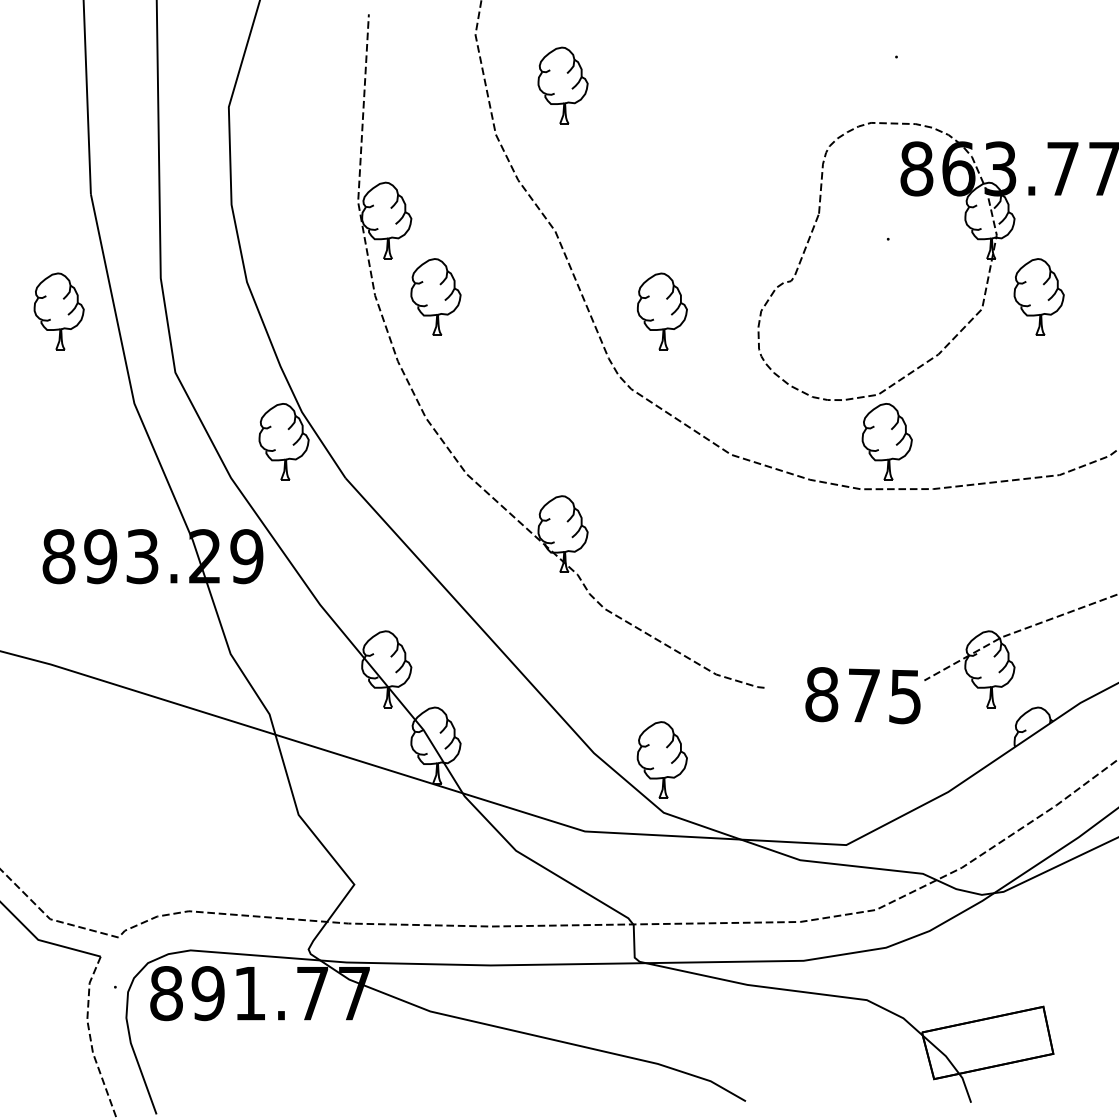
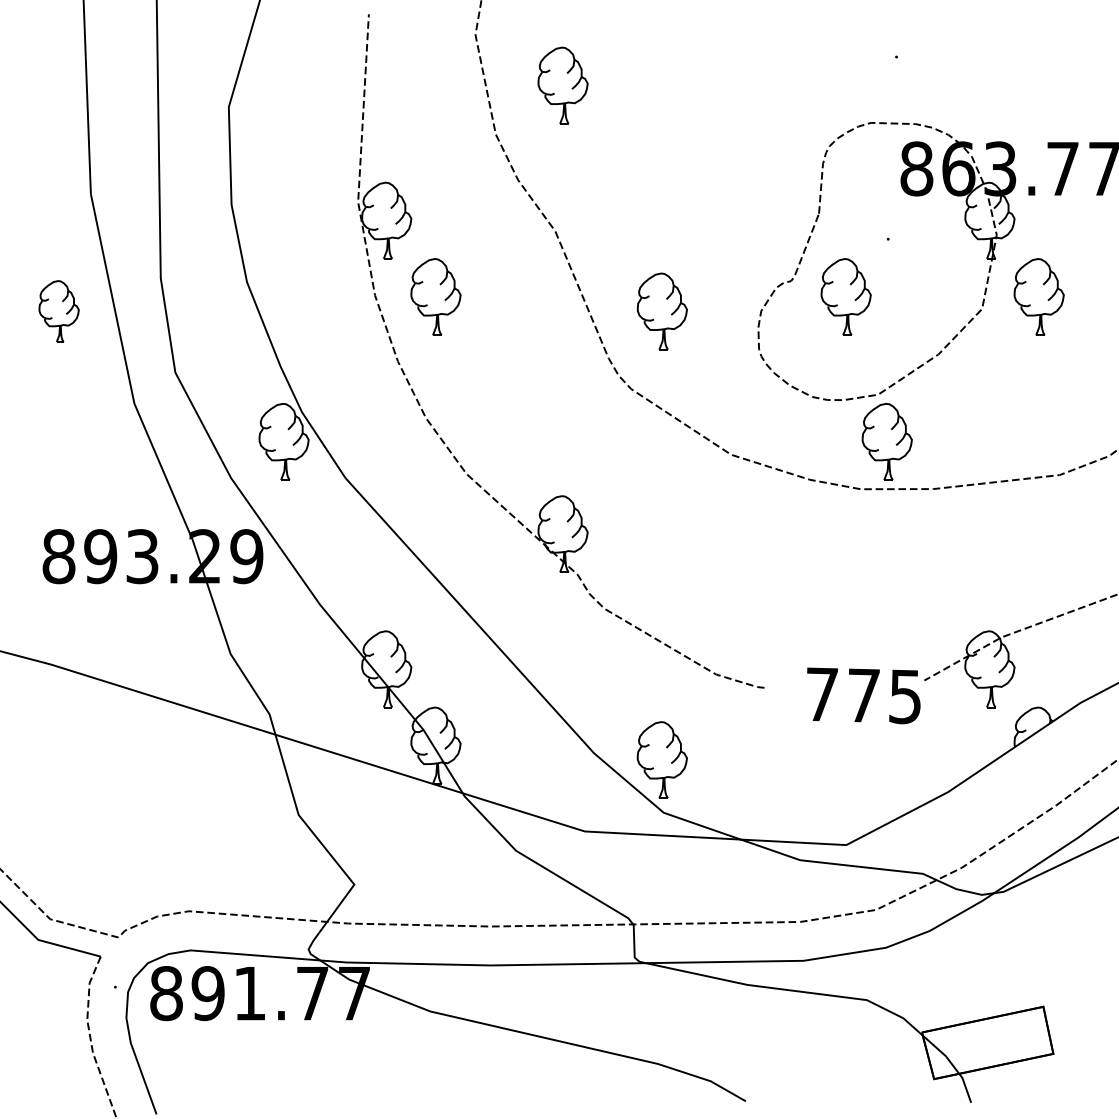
part at (845, 296): none -> present
part at (58, 311) size: 52x79 px -> 42x63 px
text at (821, 694): 875 -> 775
